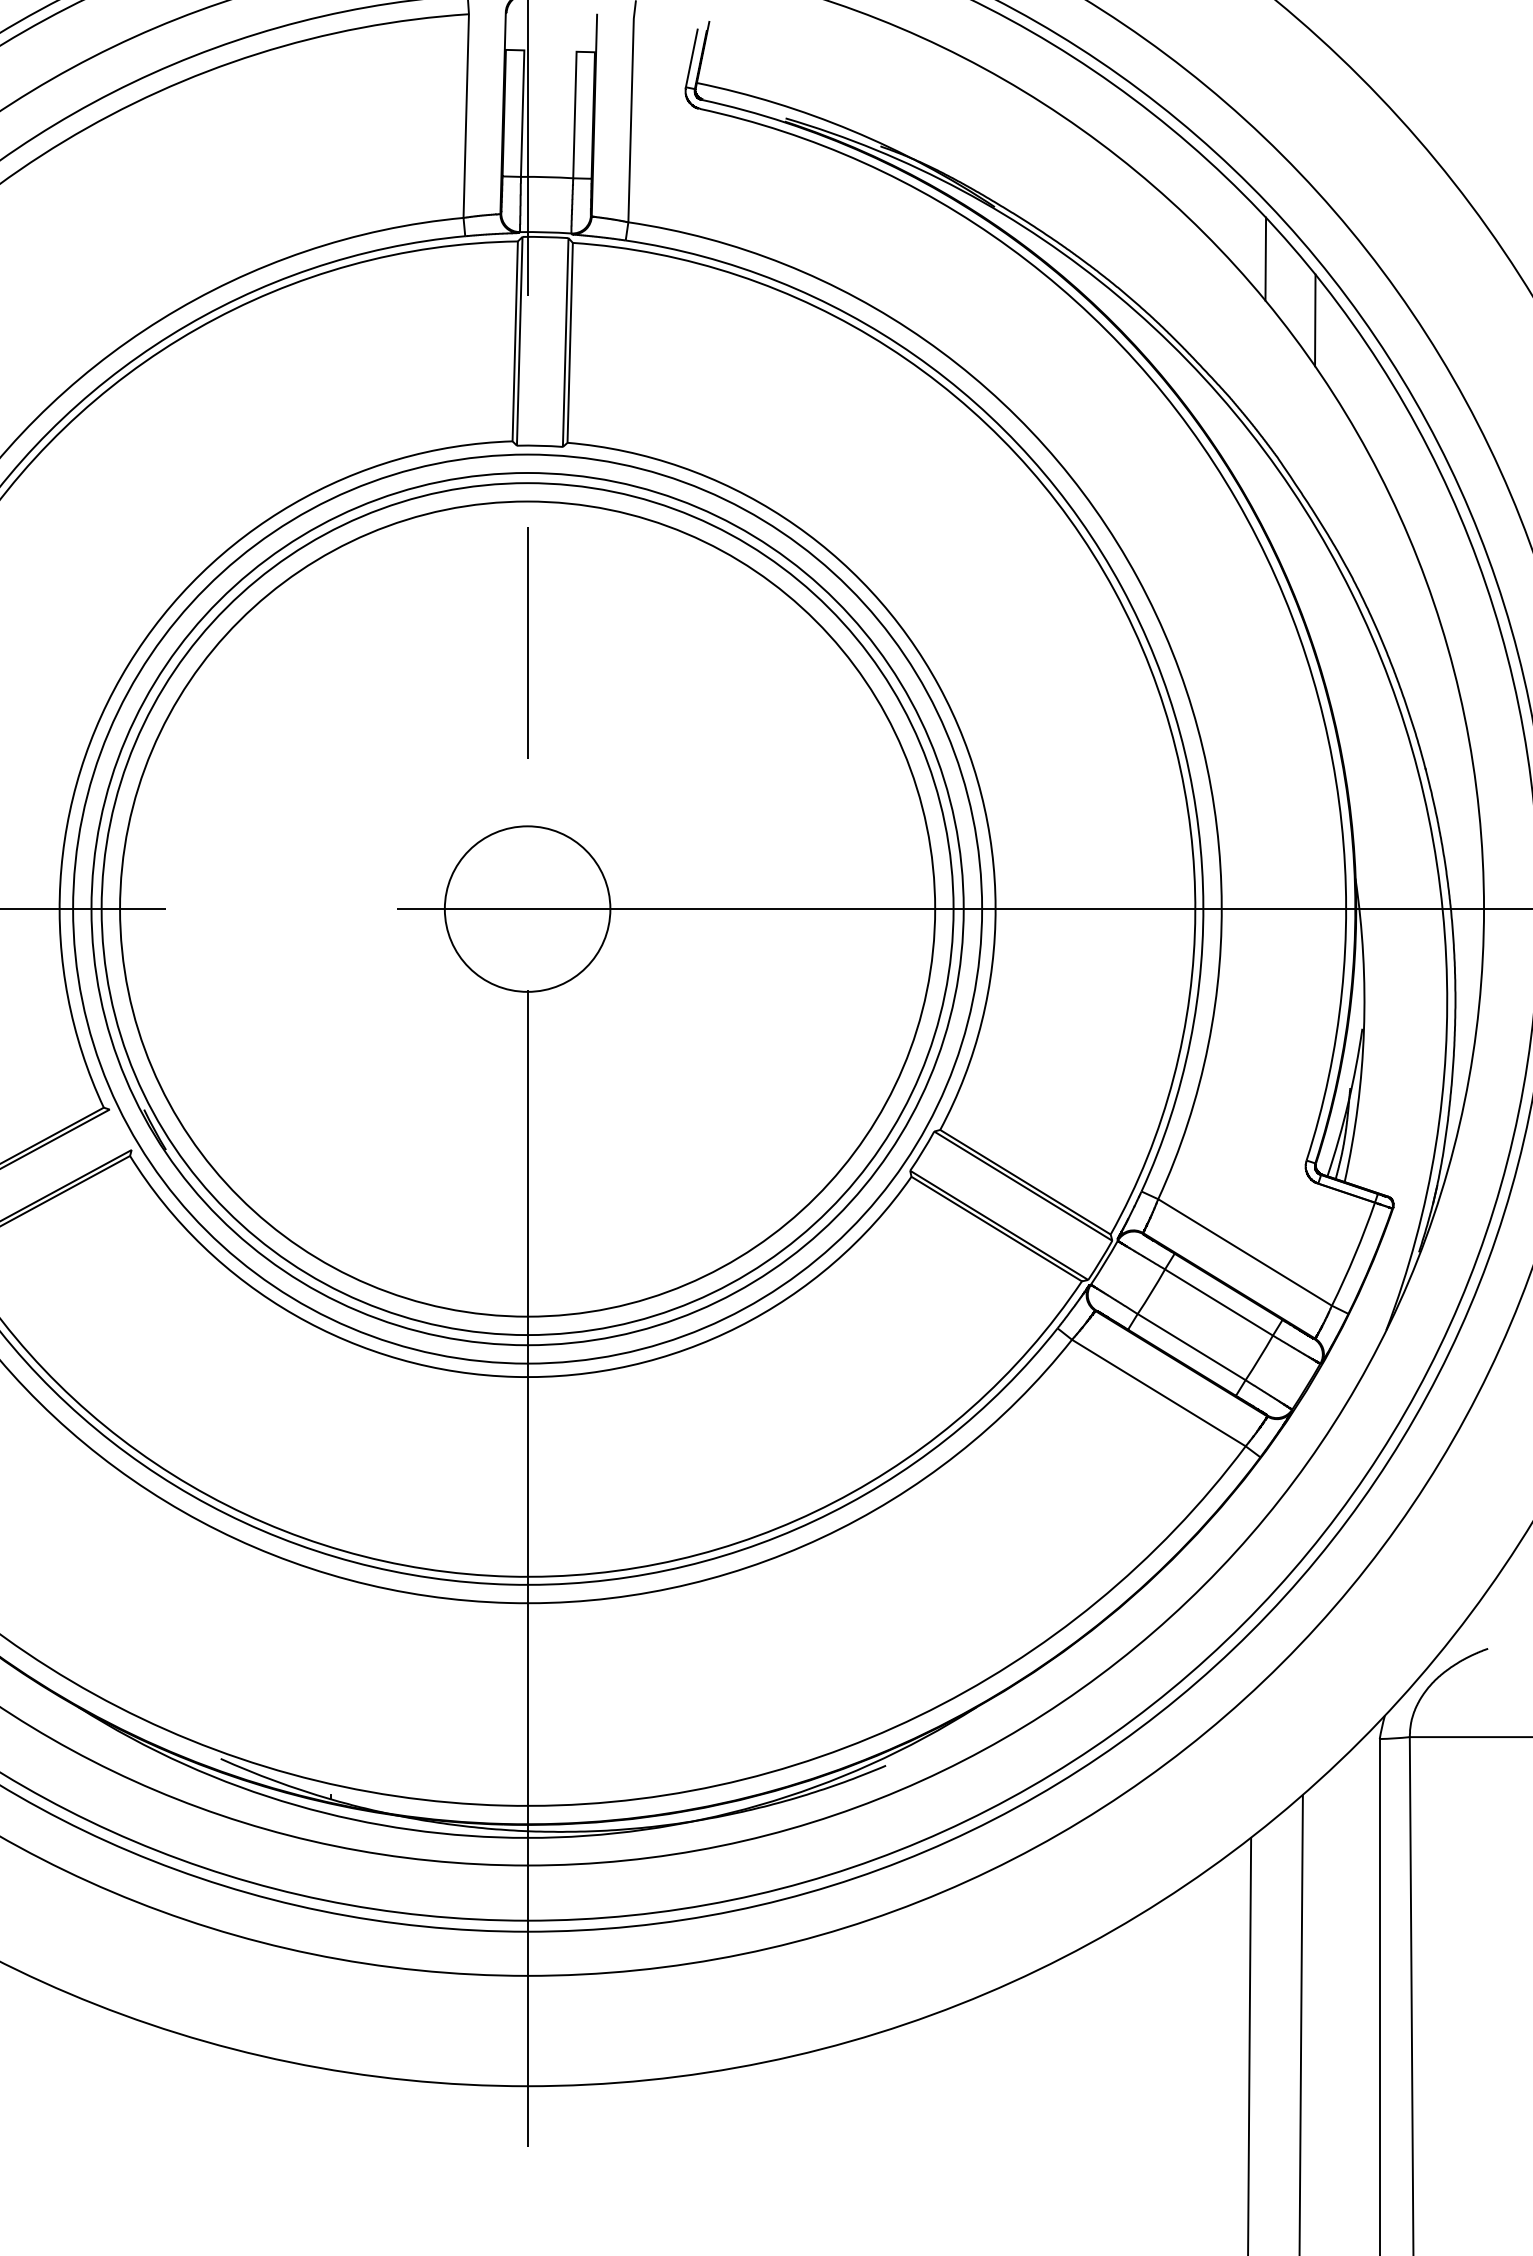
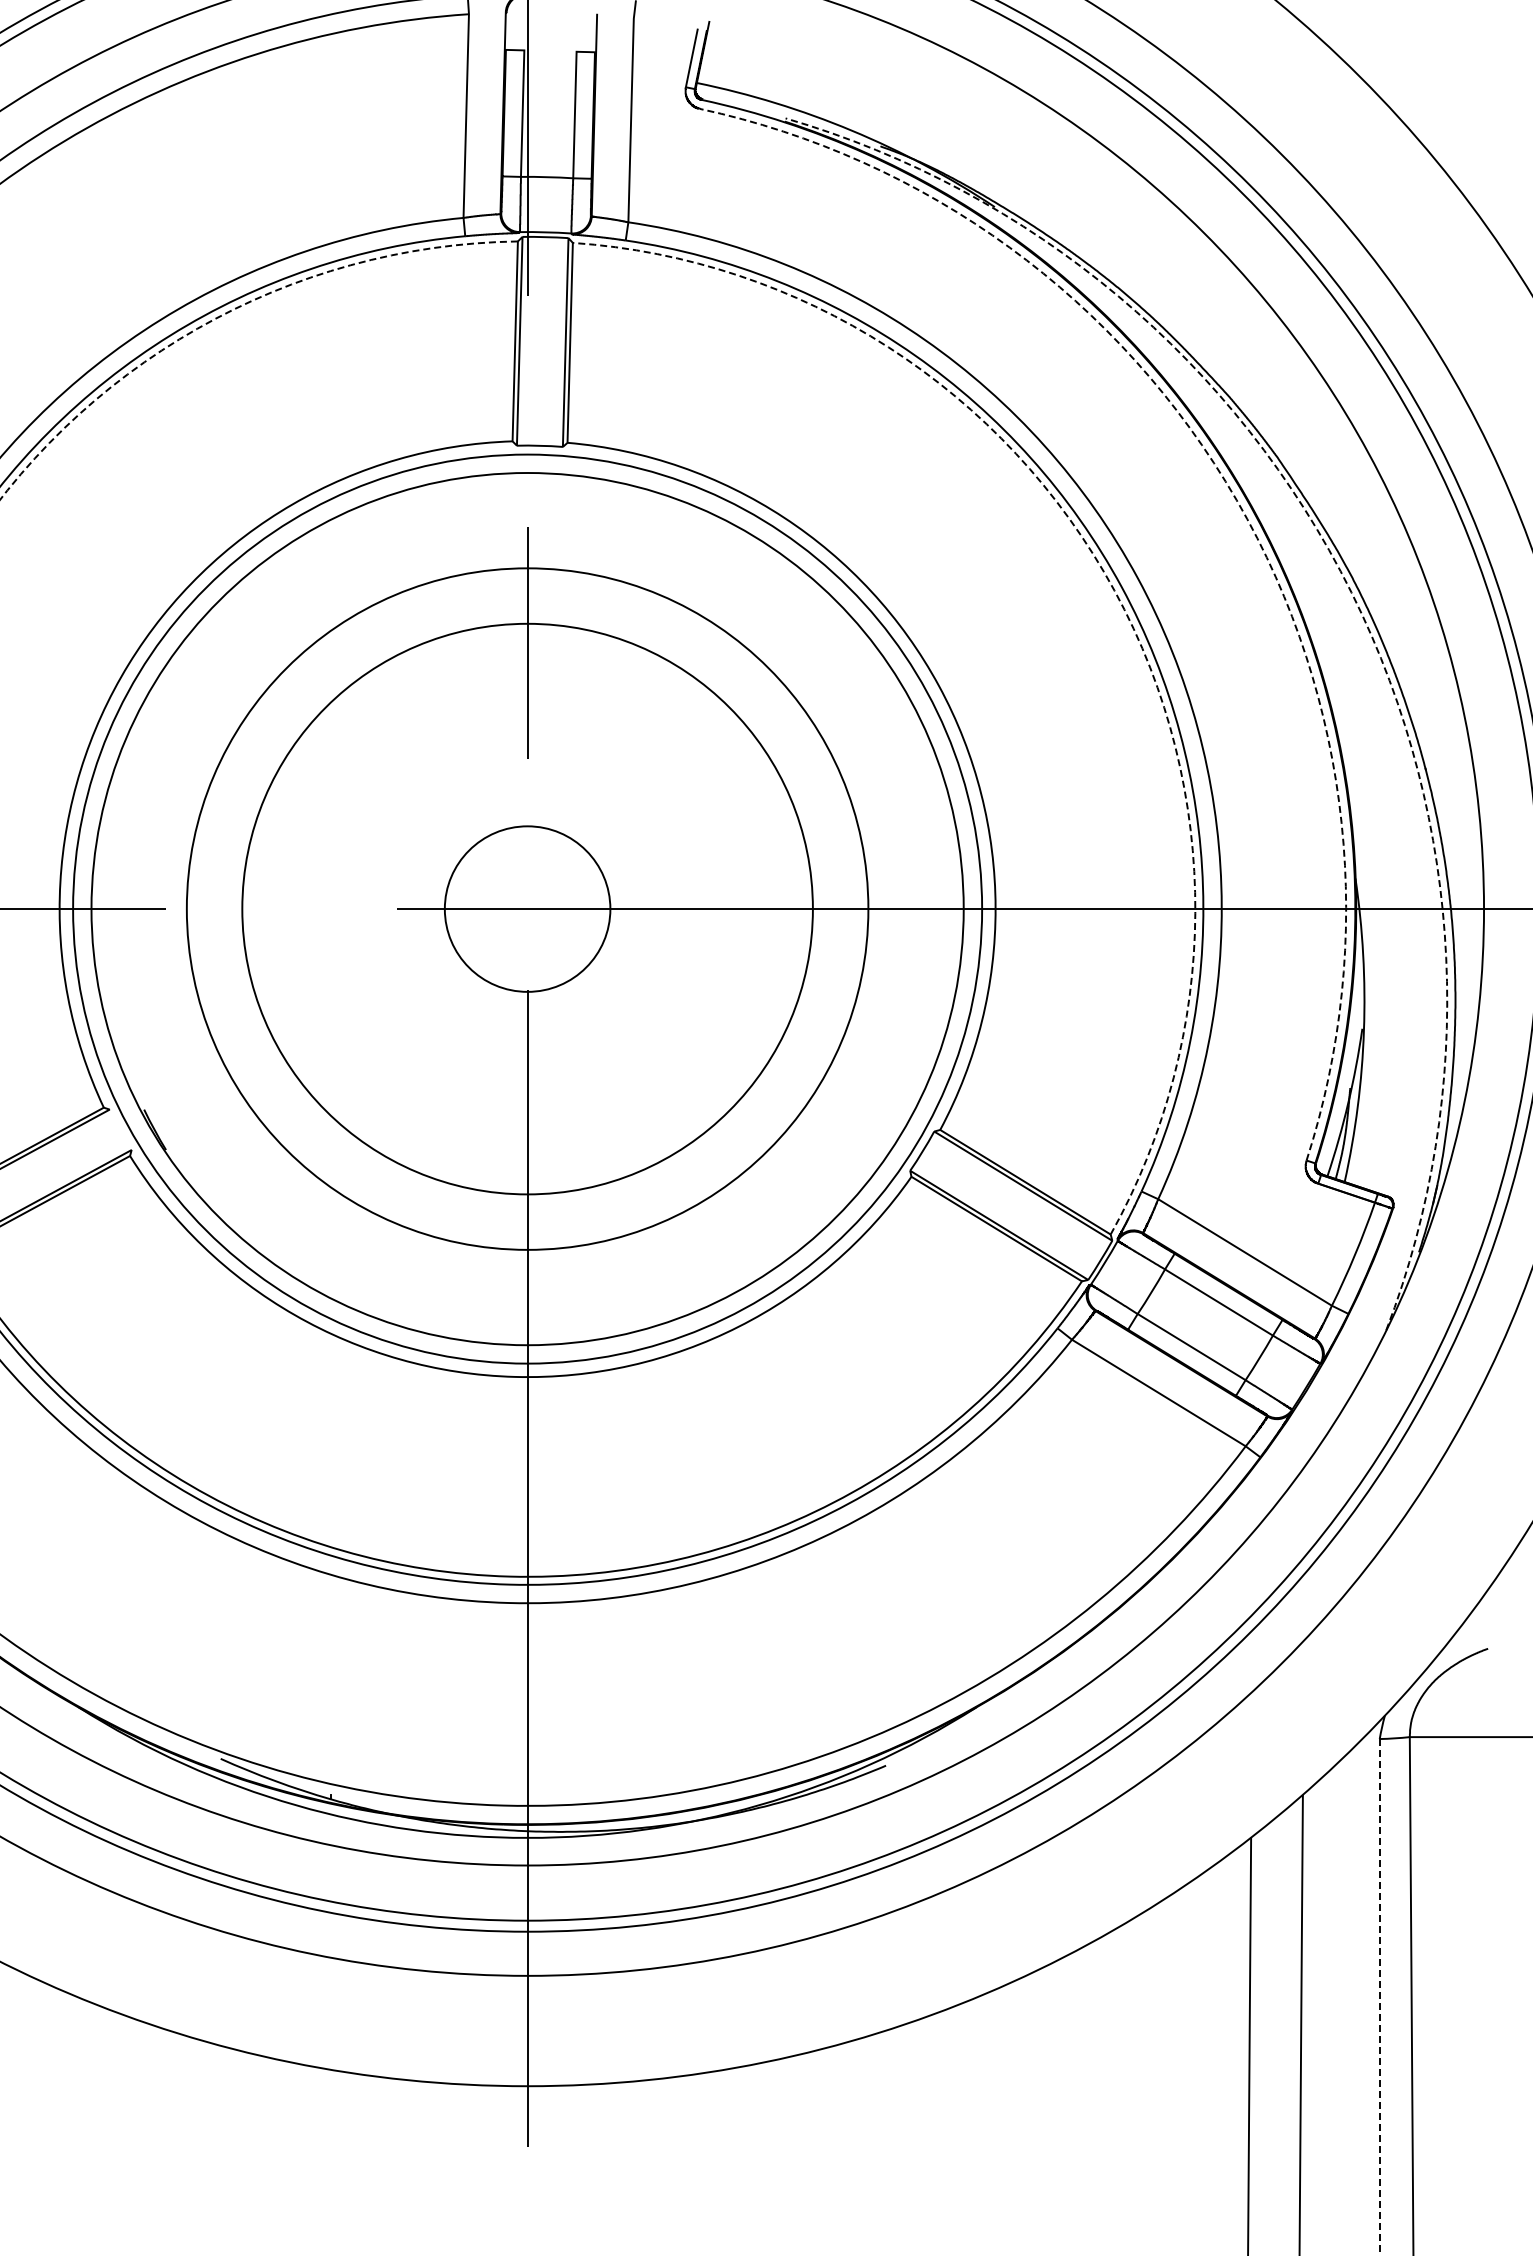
line at (1265, 258): present -> none
arc at (230, 311): solid -> dashed
line at (1315, 320): present -> none
arc at (1236, 500): solid -> dashed
arc at (1114, 590): solid -> dashed
arc at (1351, 592): solid -> dashed
circle at (527, 908) diameter: 815 px -> 571 px
circle at (527, 909) diameter: 852 px -> 682 px
line at (1379, 1997): solid -> dashed
